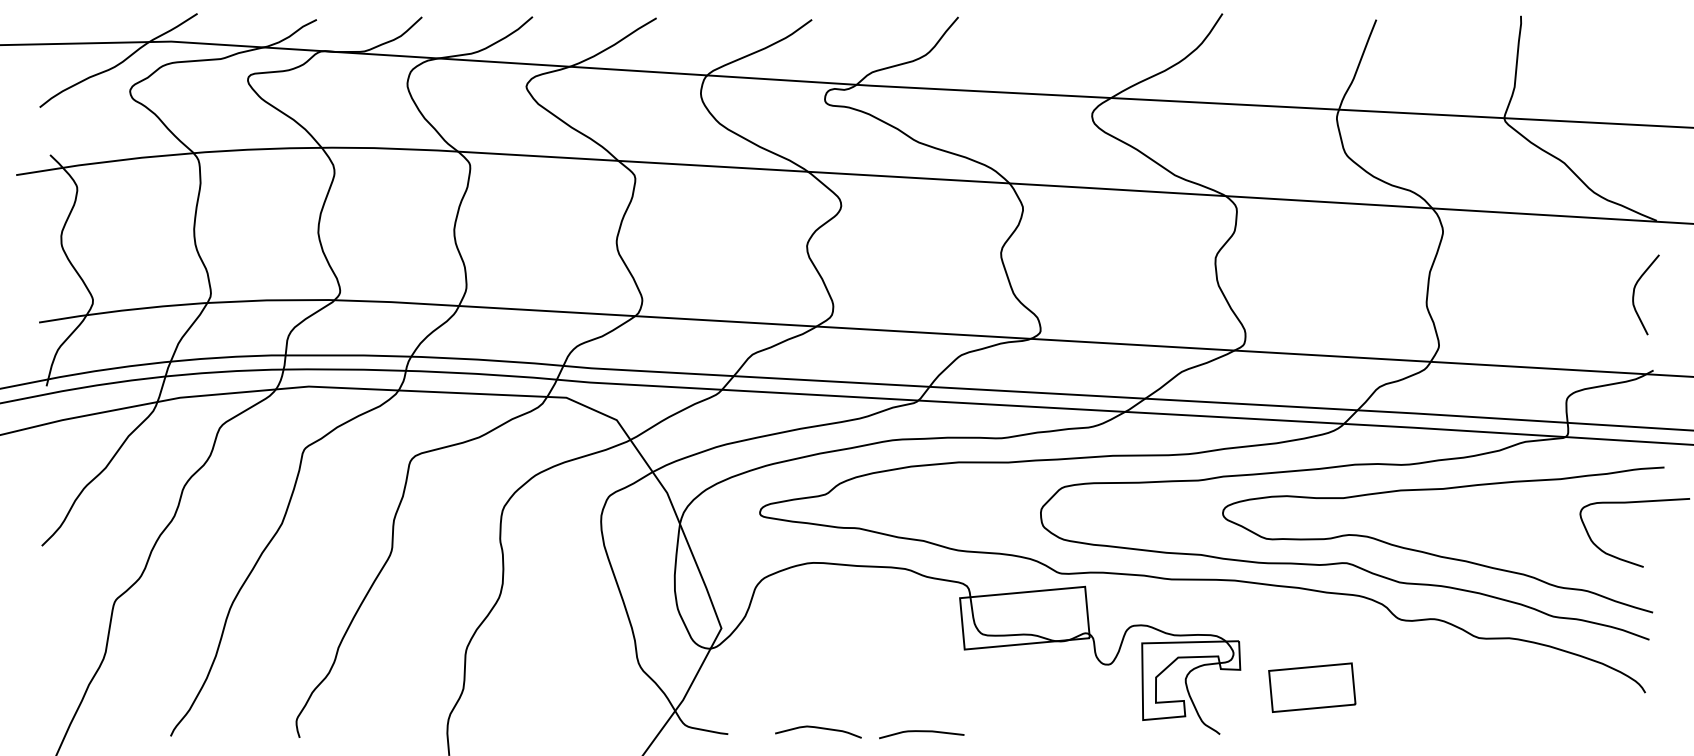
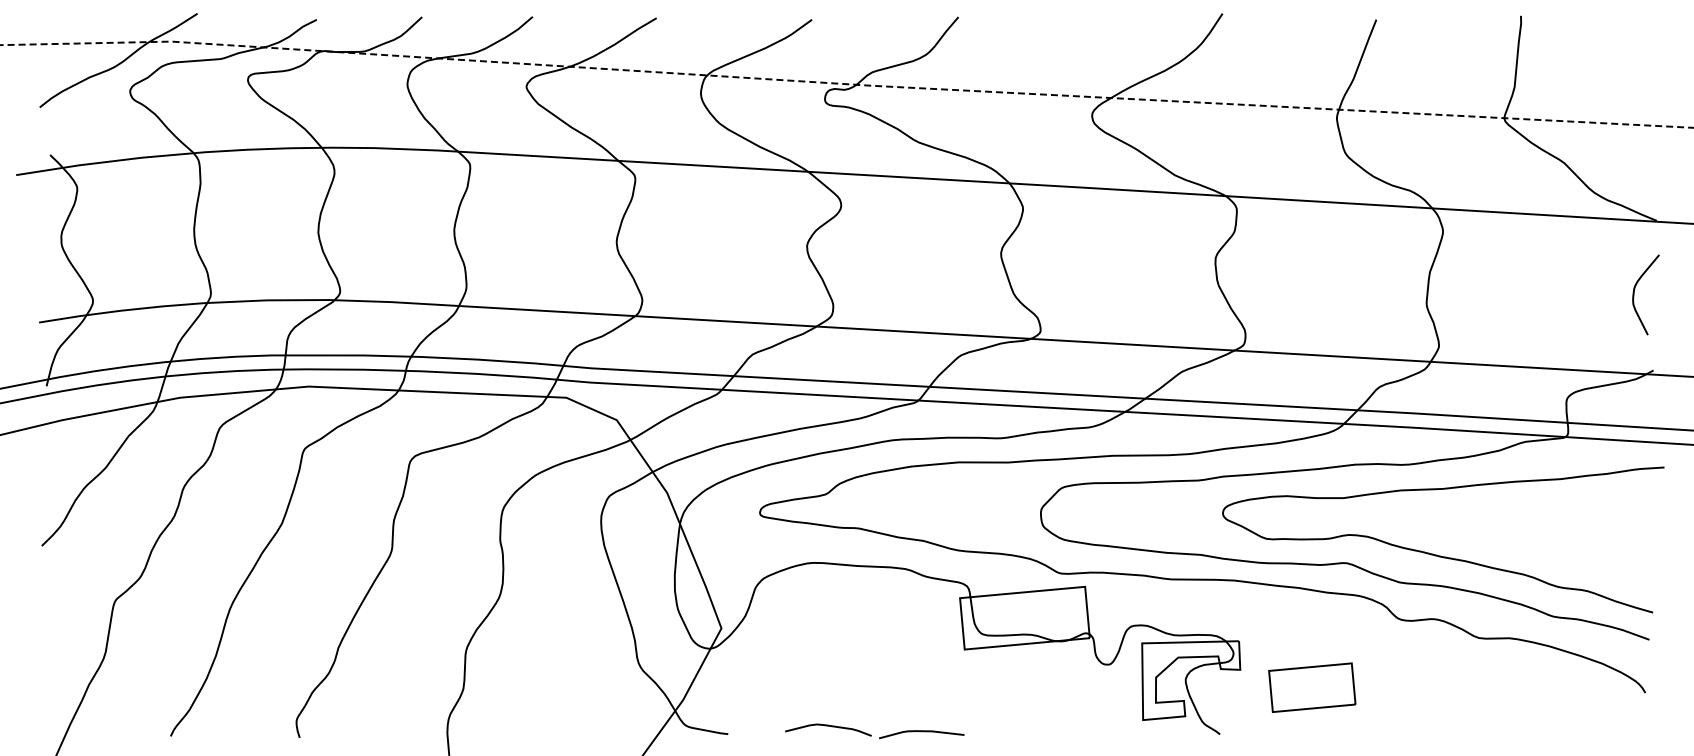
line at (846, 84): solid -> dashed
curve at (1624, 559): present -> none
curve at (818, 728) position: (818, 728) -> (828, 726)
